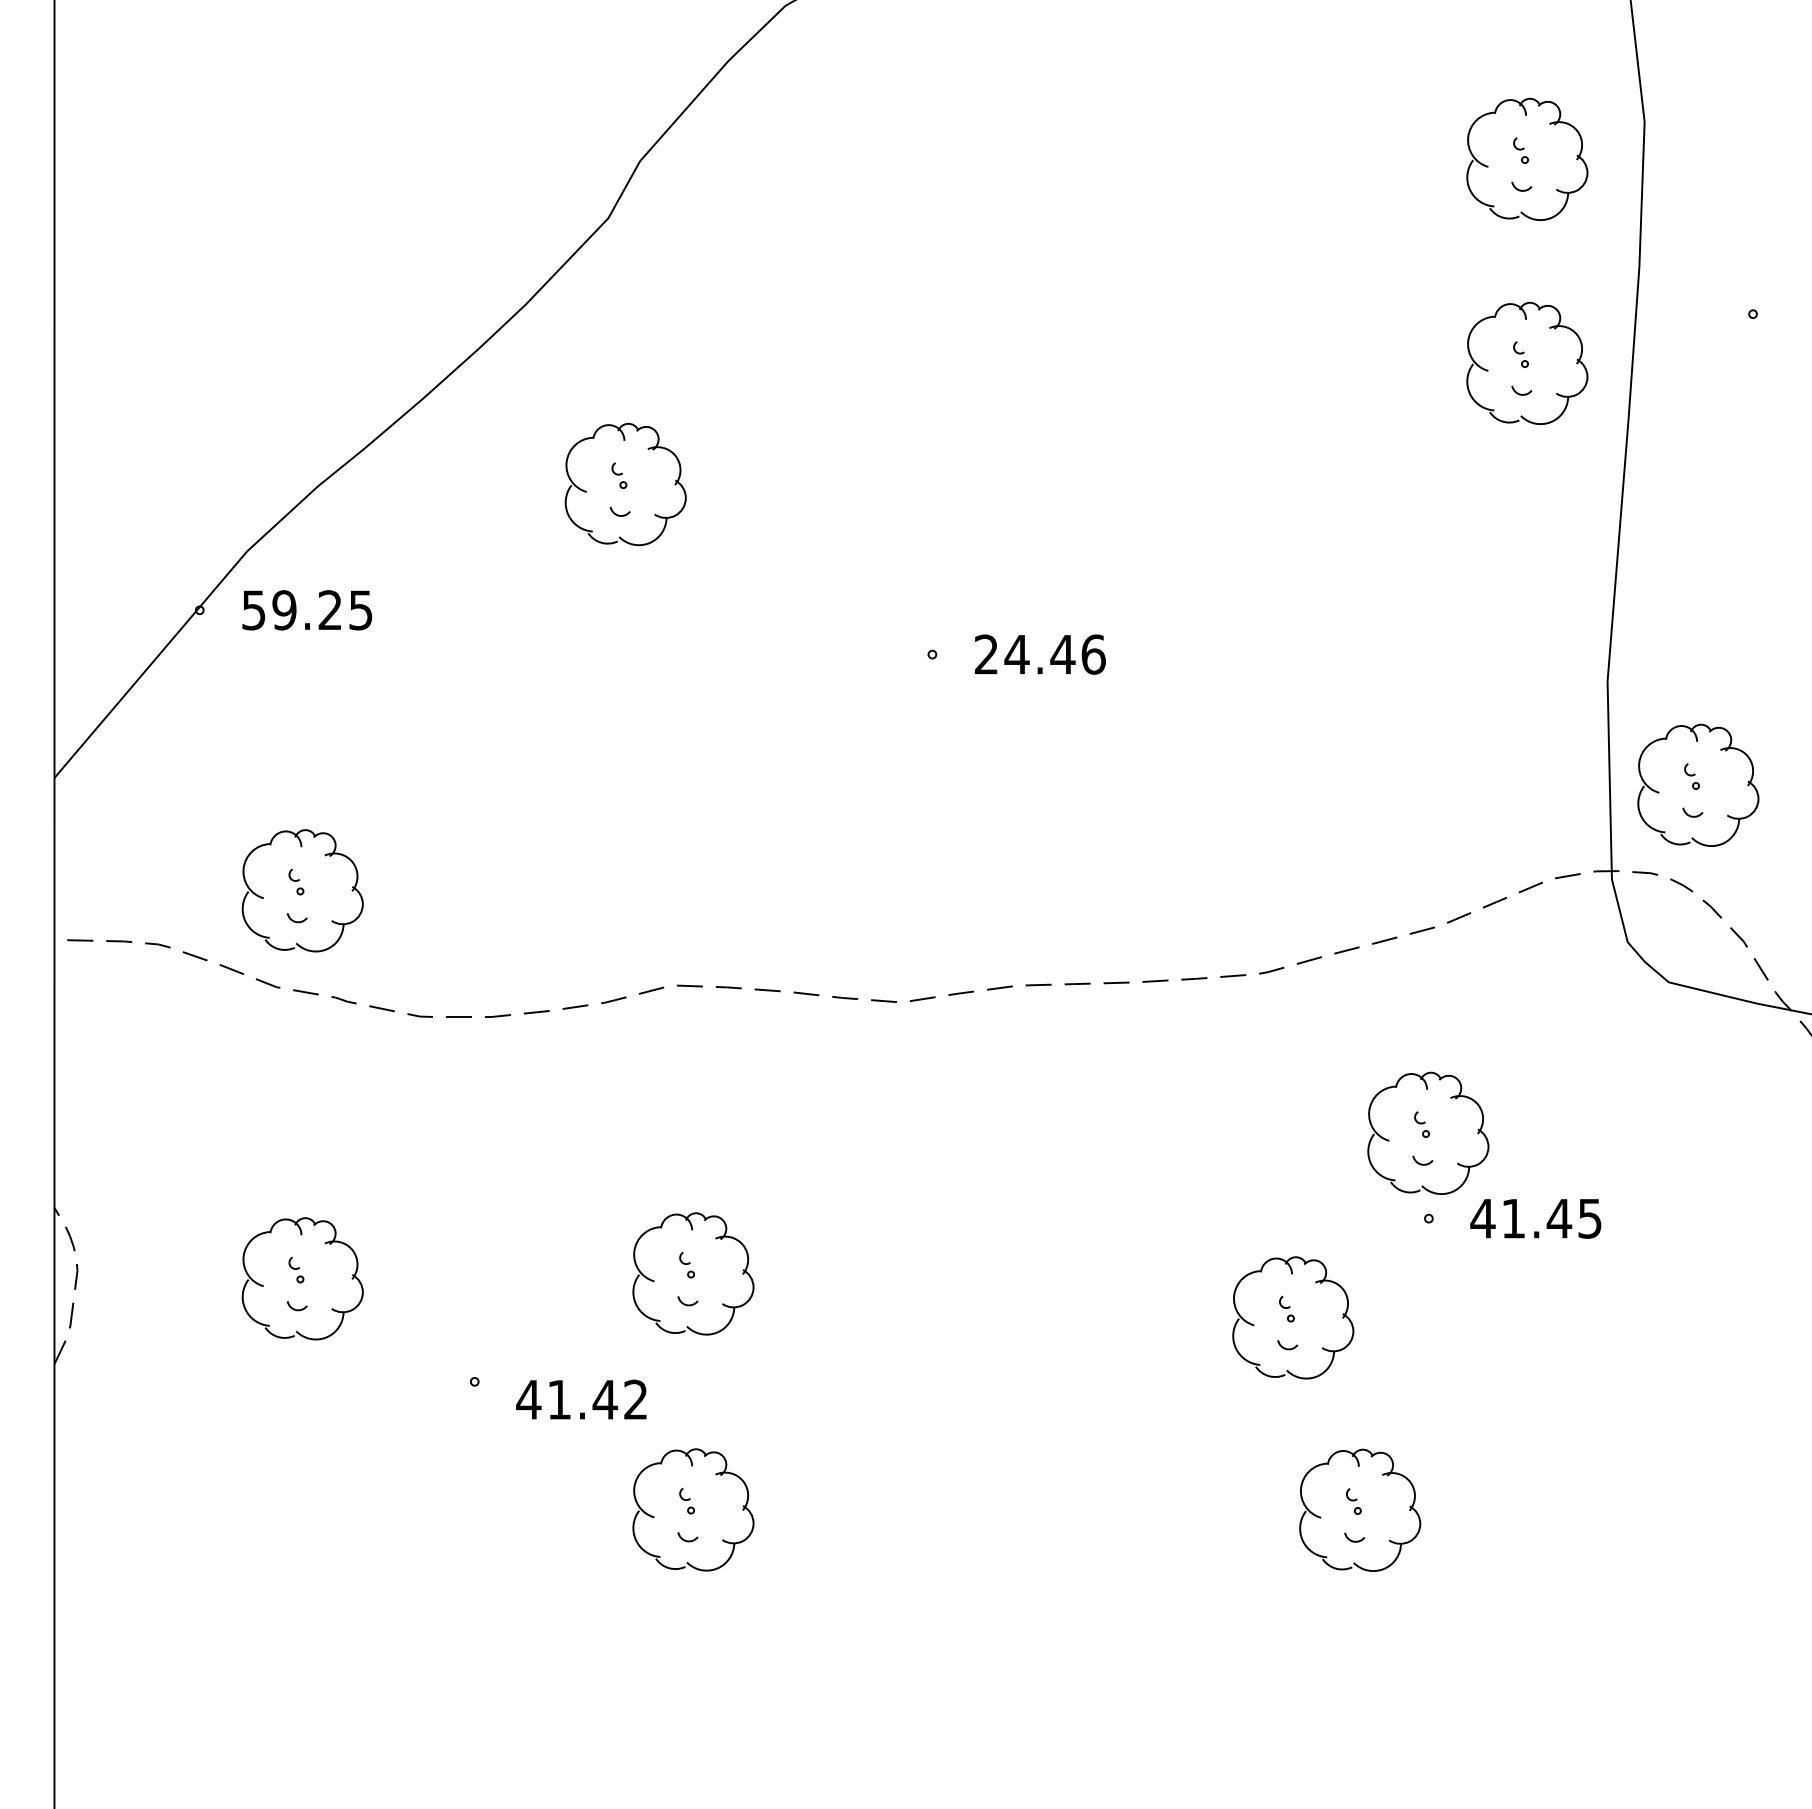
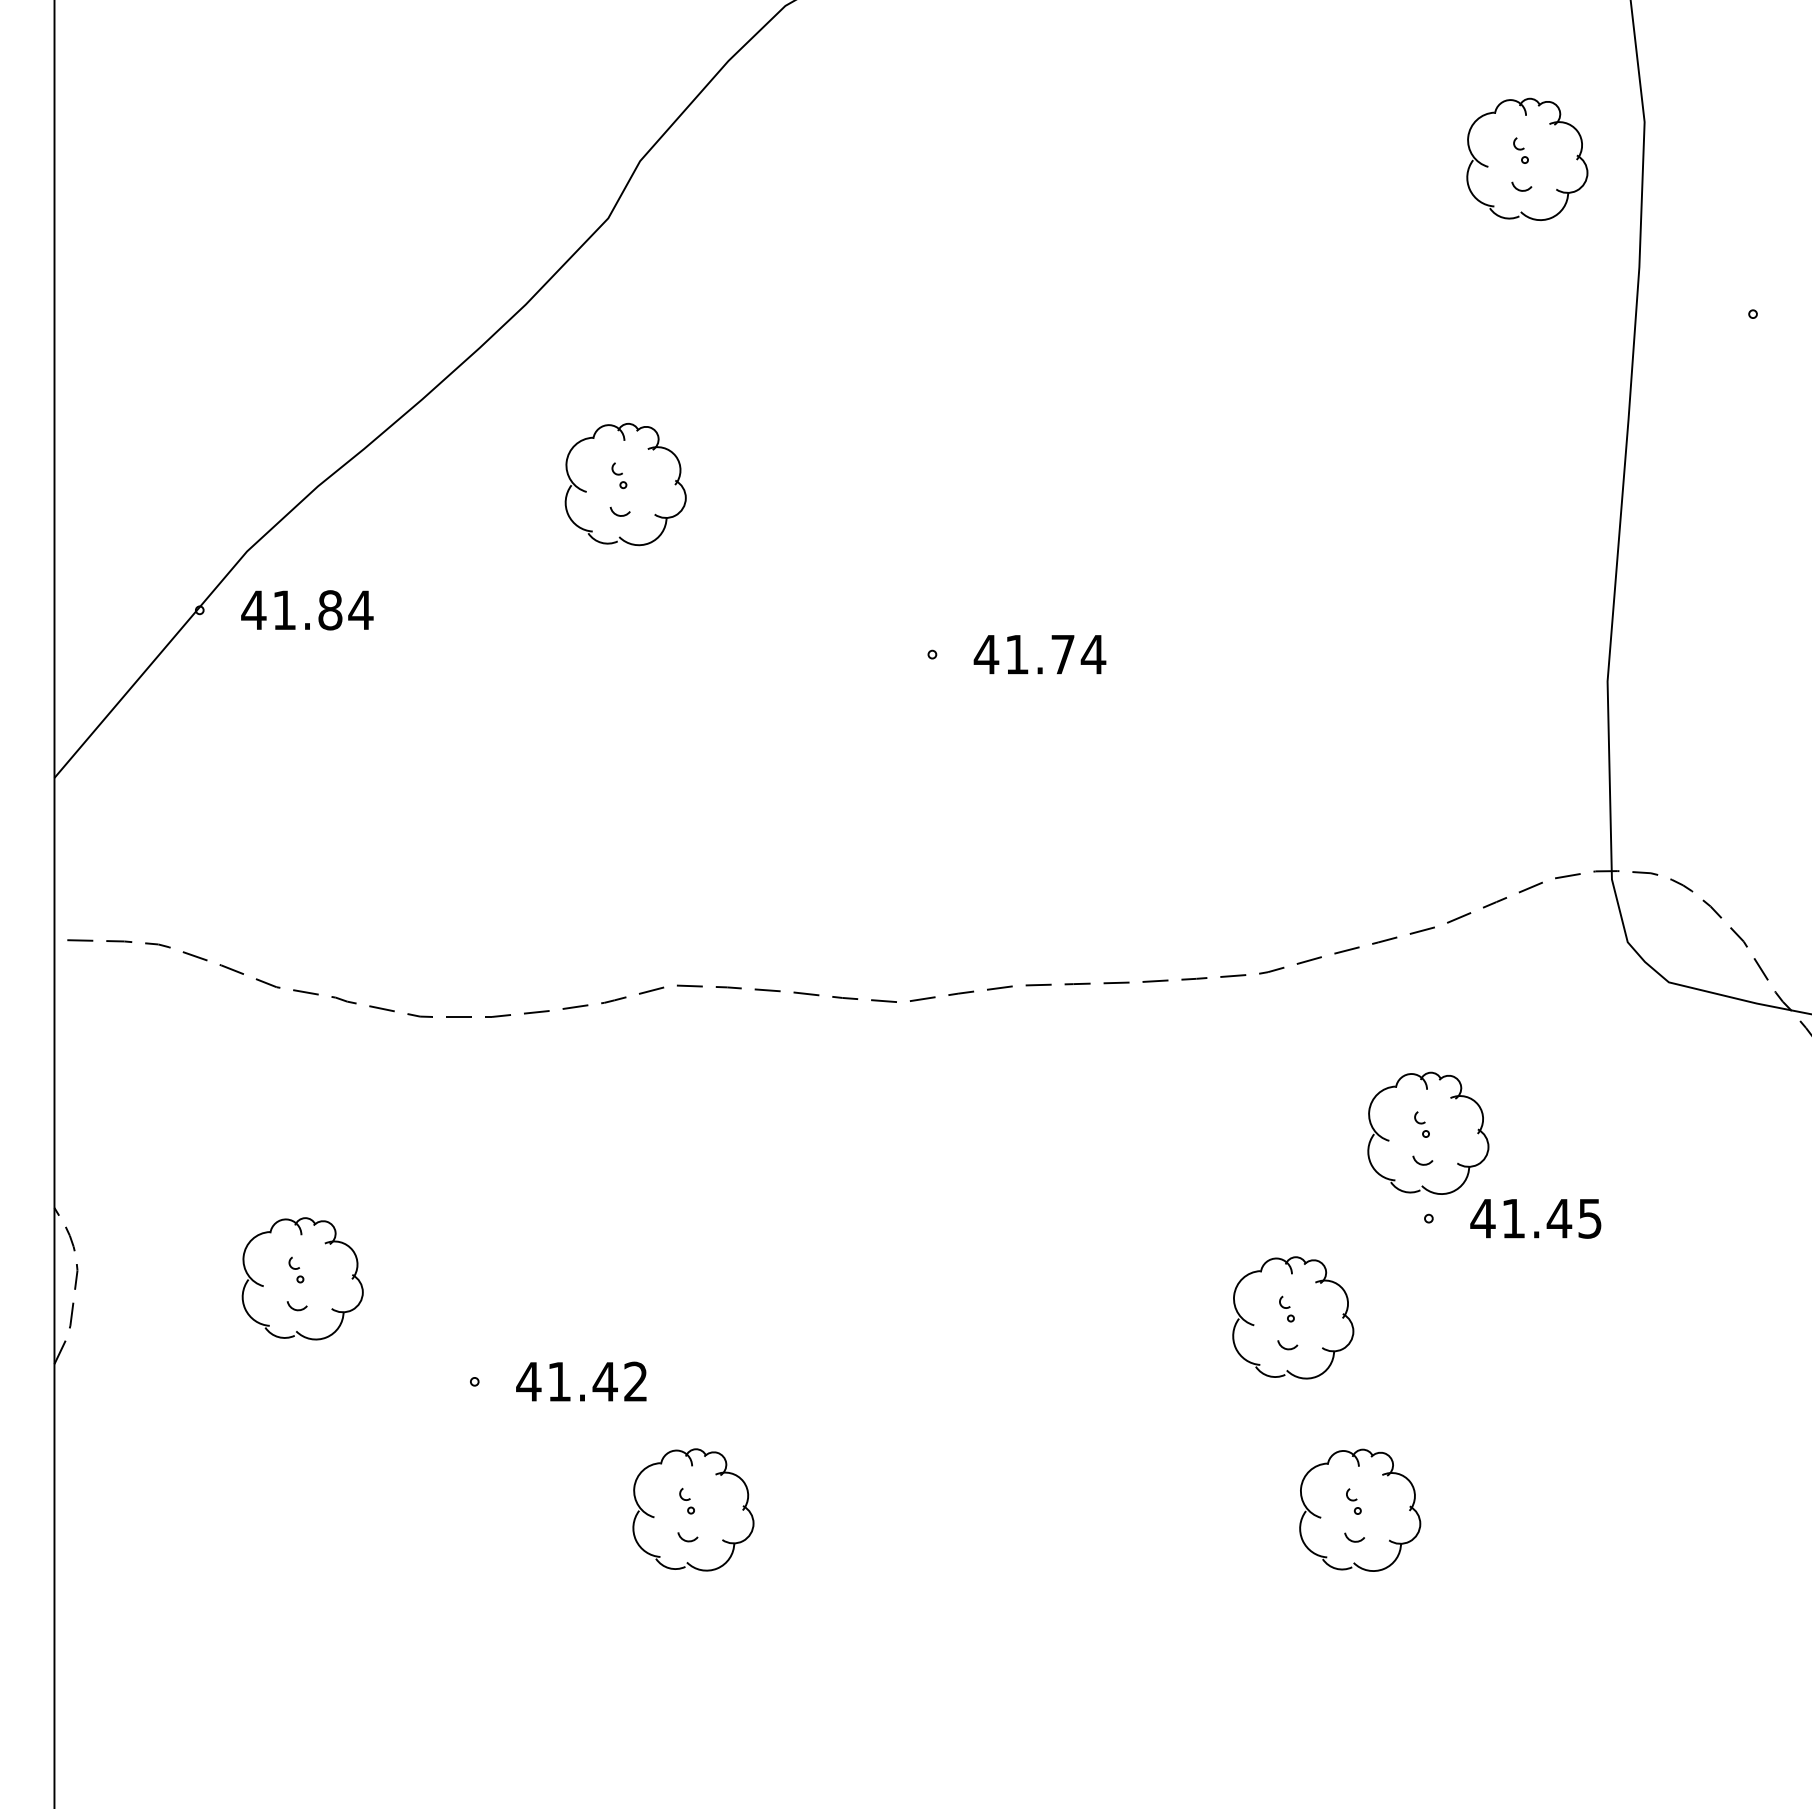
part at (1527, 362): present -> none
text at (307, 610): 59.25 -> 41.84
text at (1039, 654): 24.46 -> 41.74
part at (1698, 784): present -> none
part at (302, 890): present -> none
part at (693, 1273): present -> none
text at (581, 1399) position: (581, 1399) -> (581, 1381)
